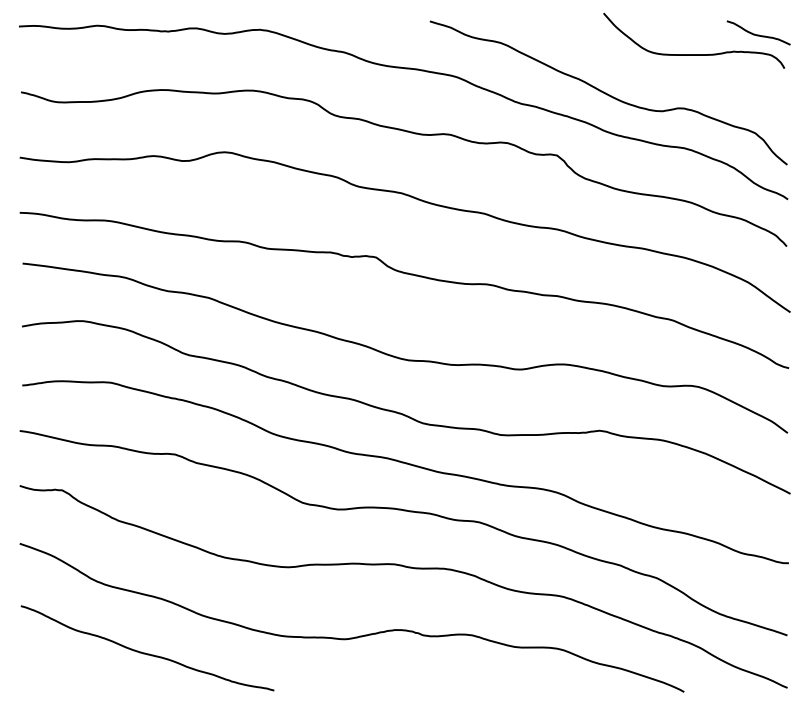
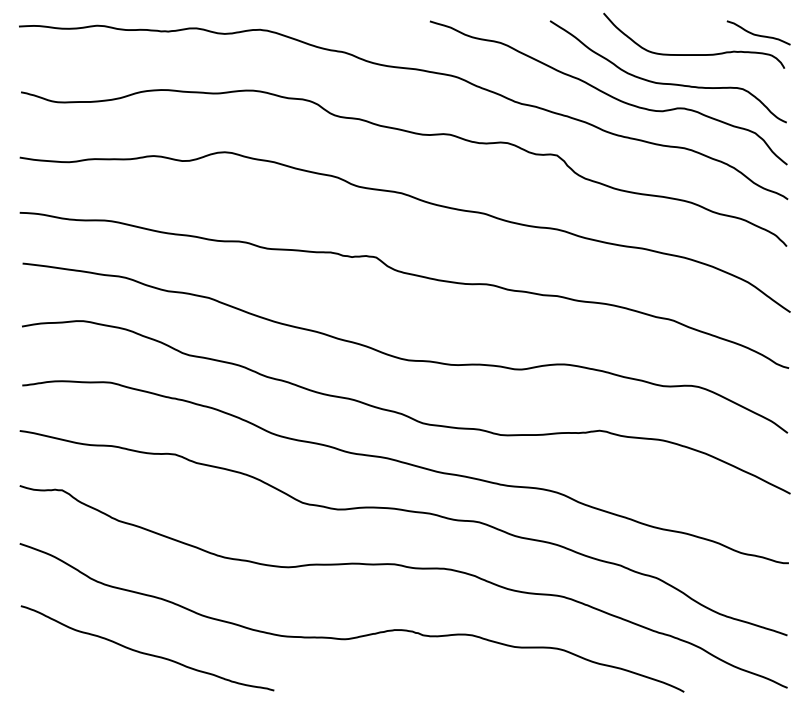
curve at (663, 82): none -> present
